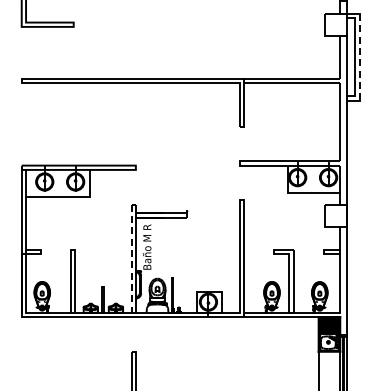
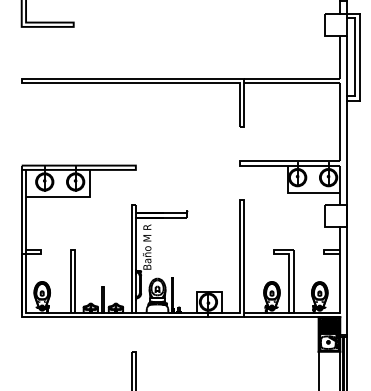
line at (359, 57): dashed -> solid
line at (131, 259): dashed -> solid
